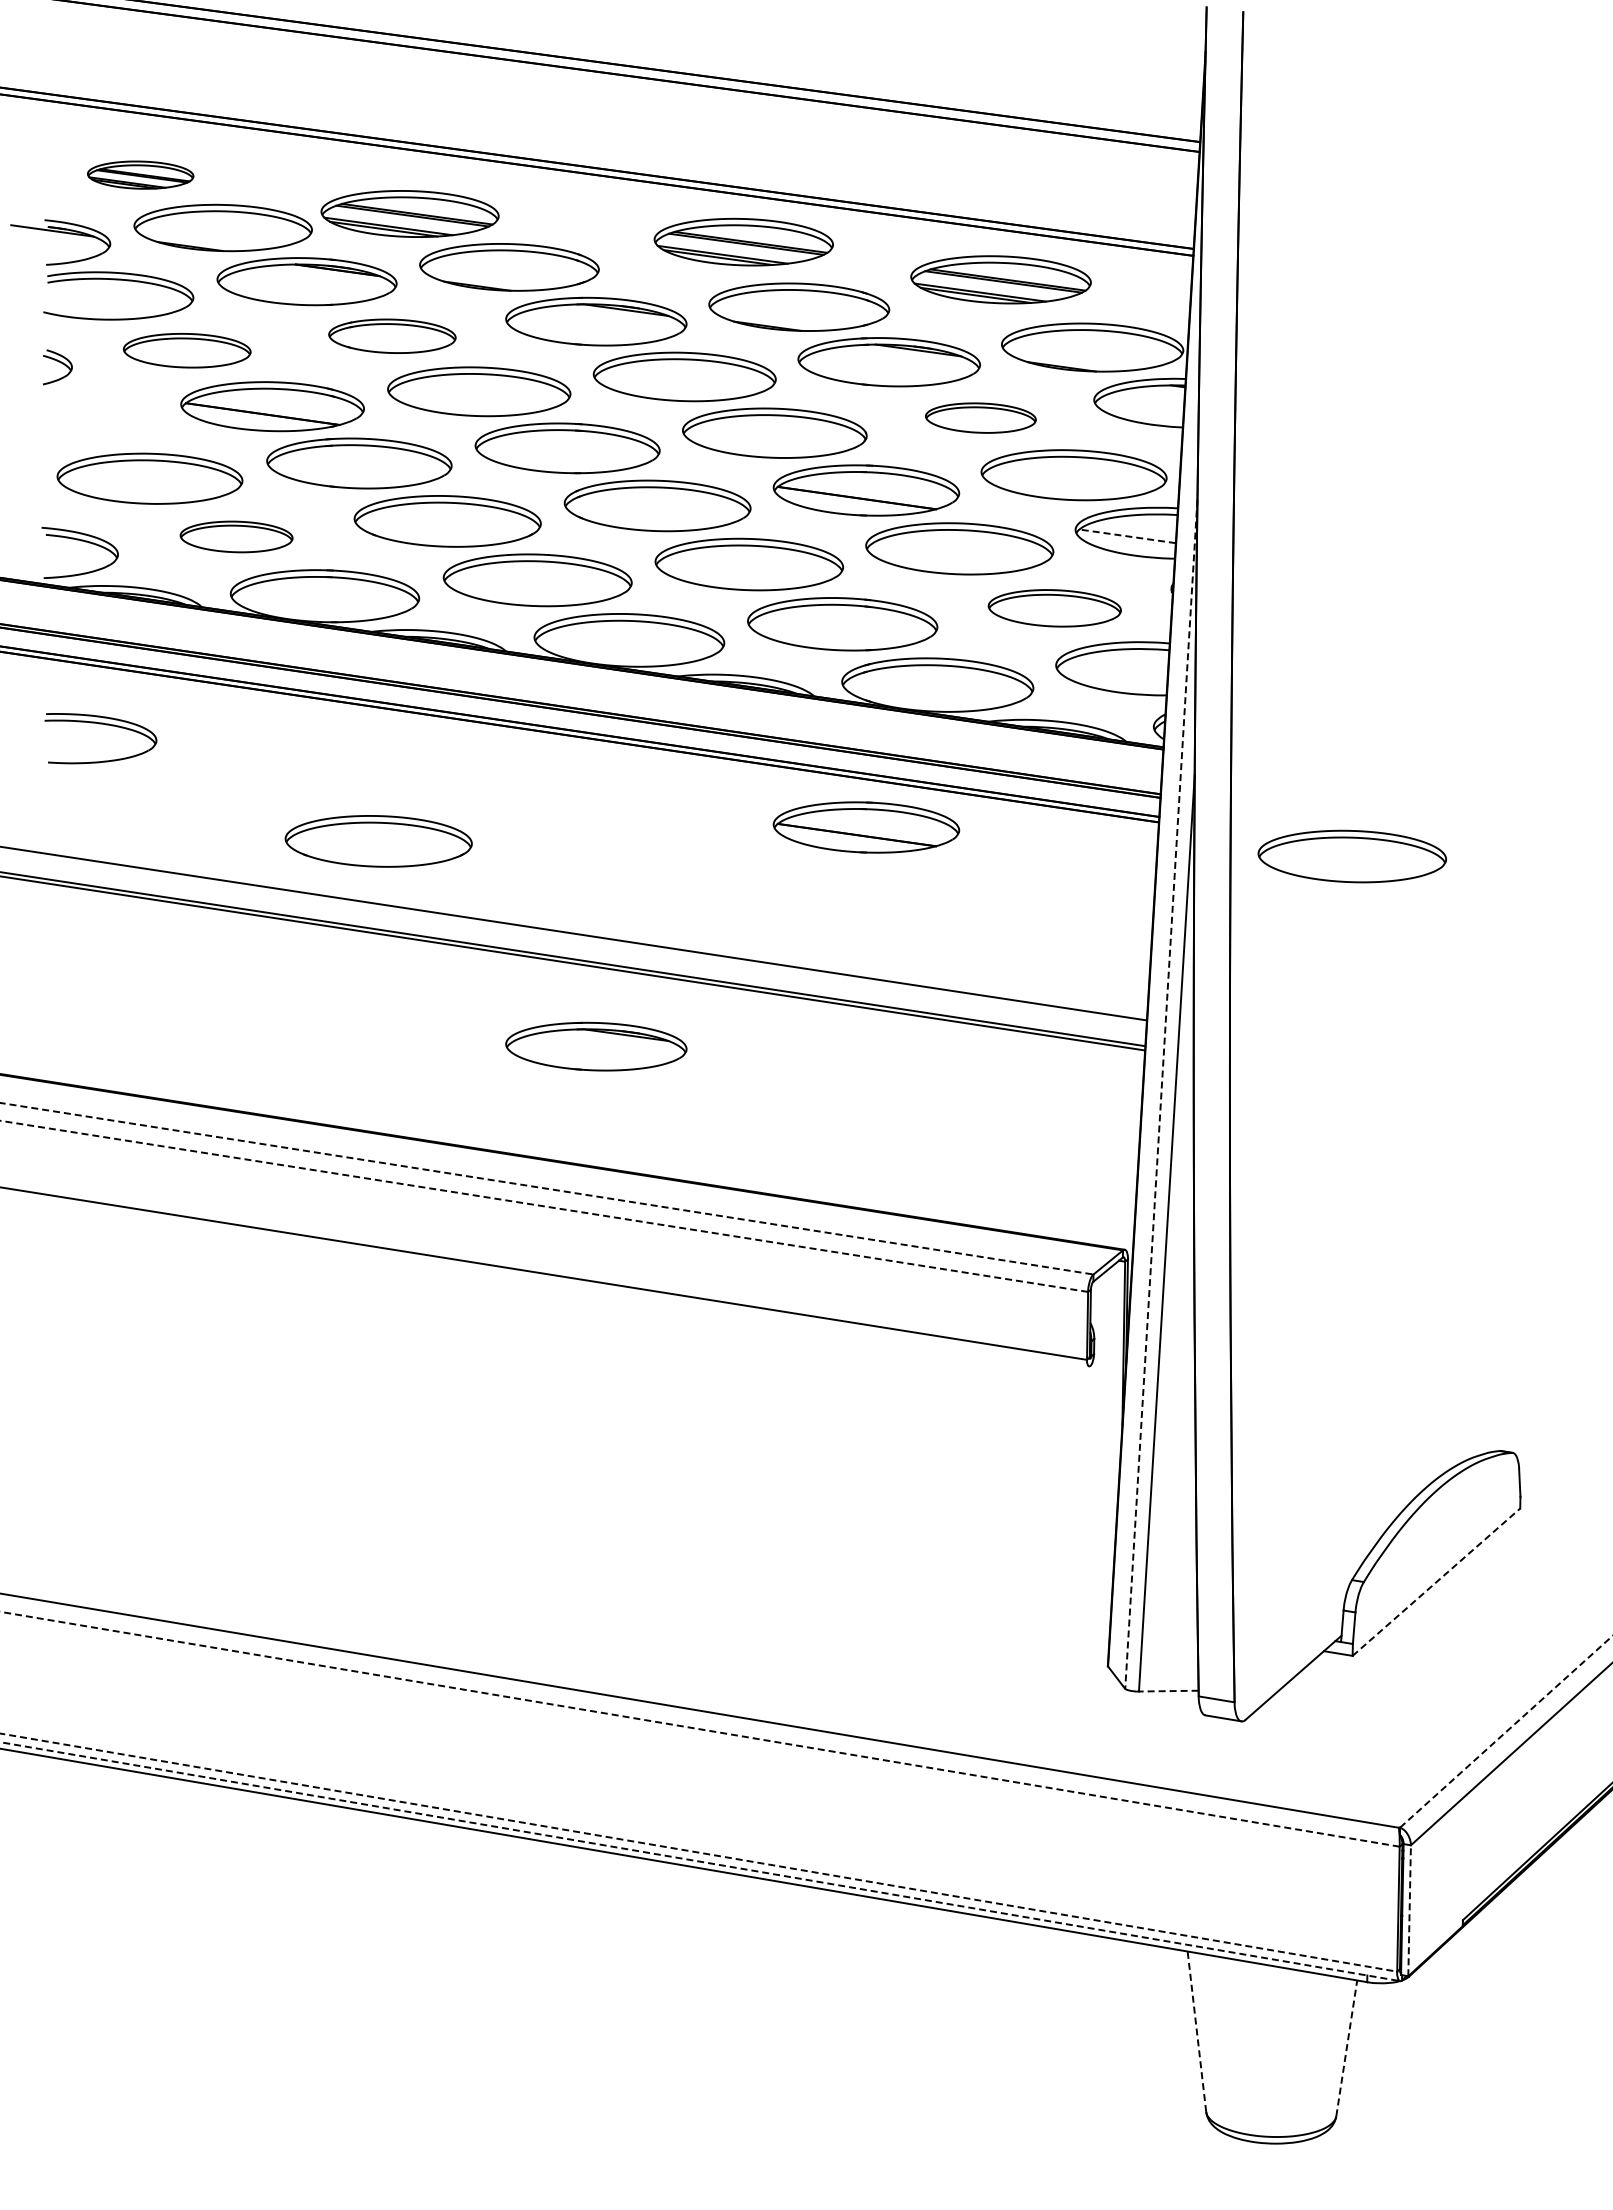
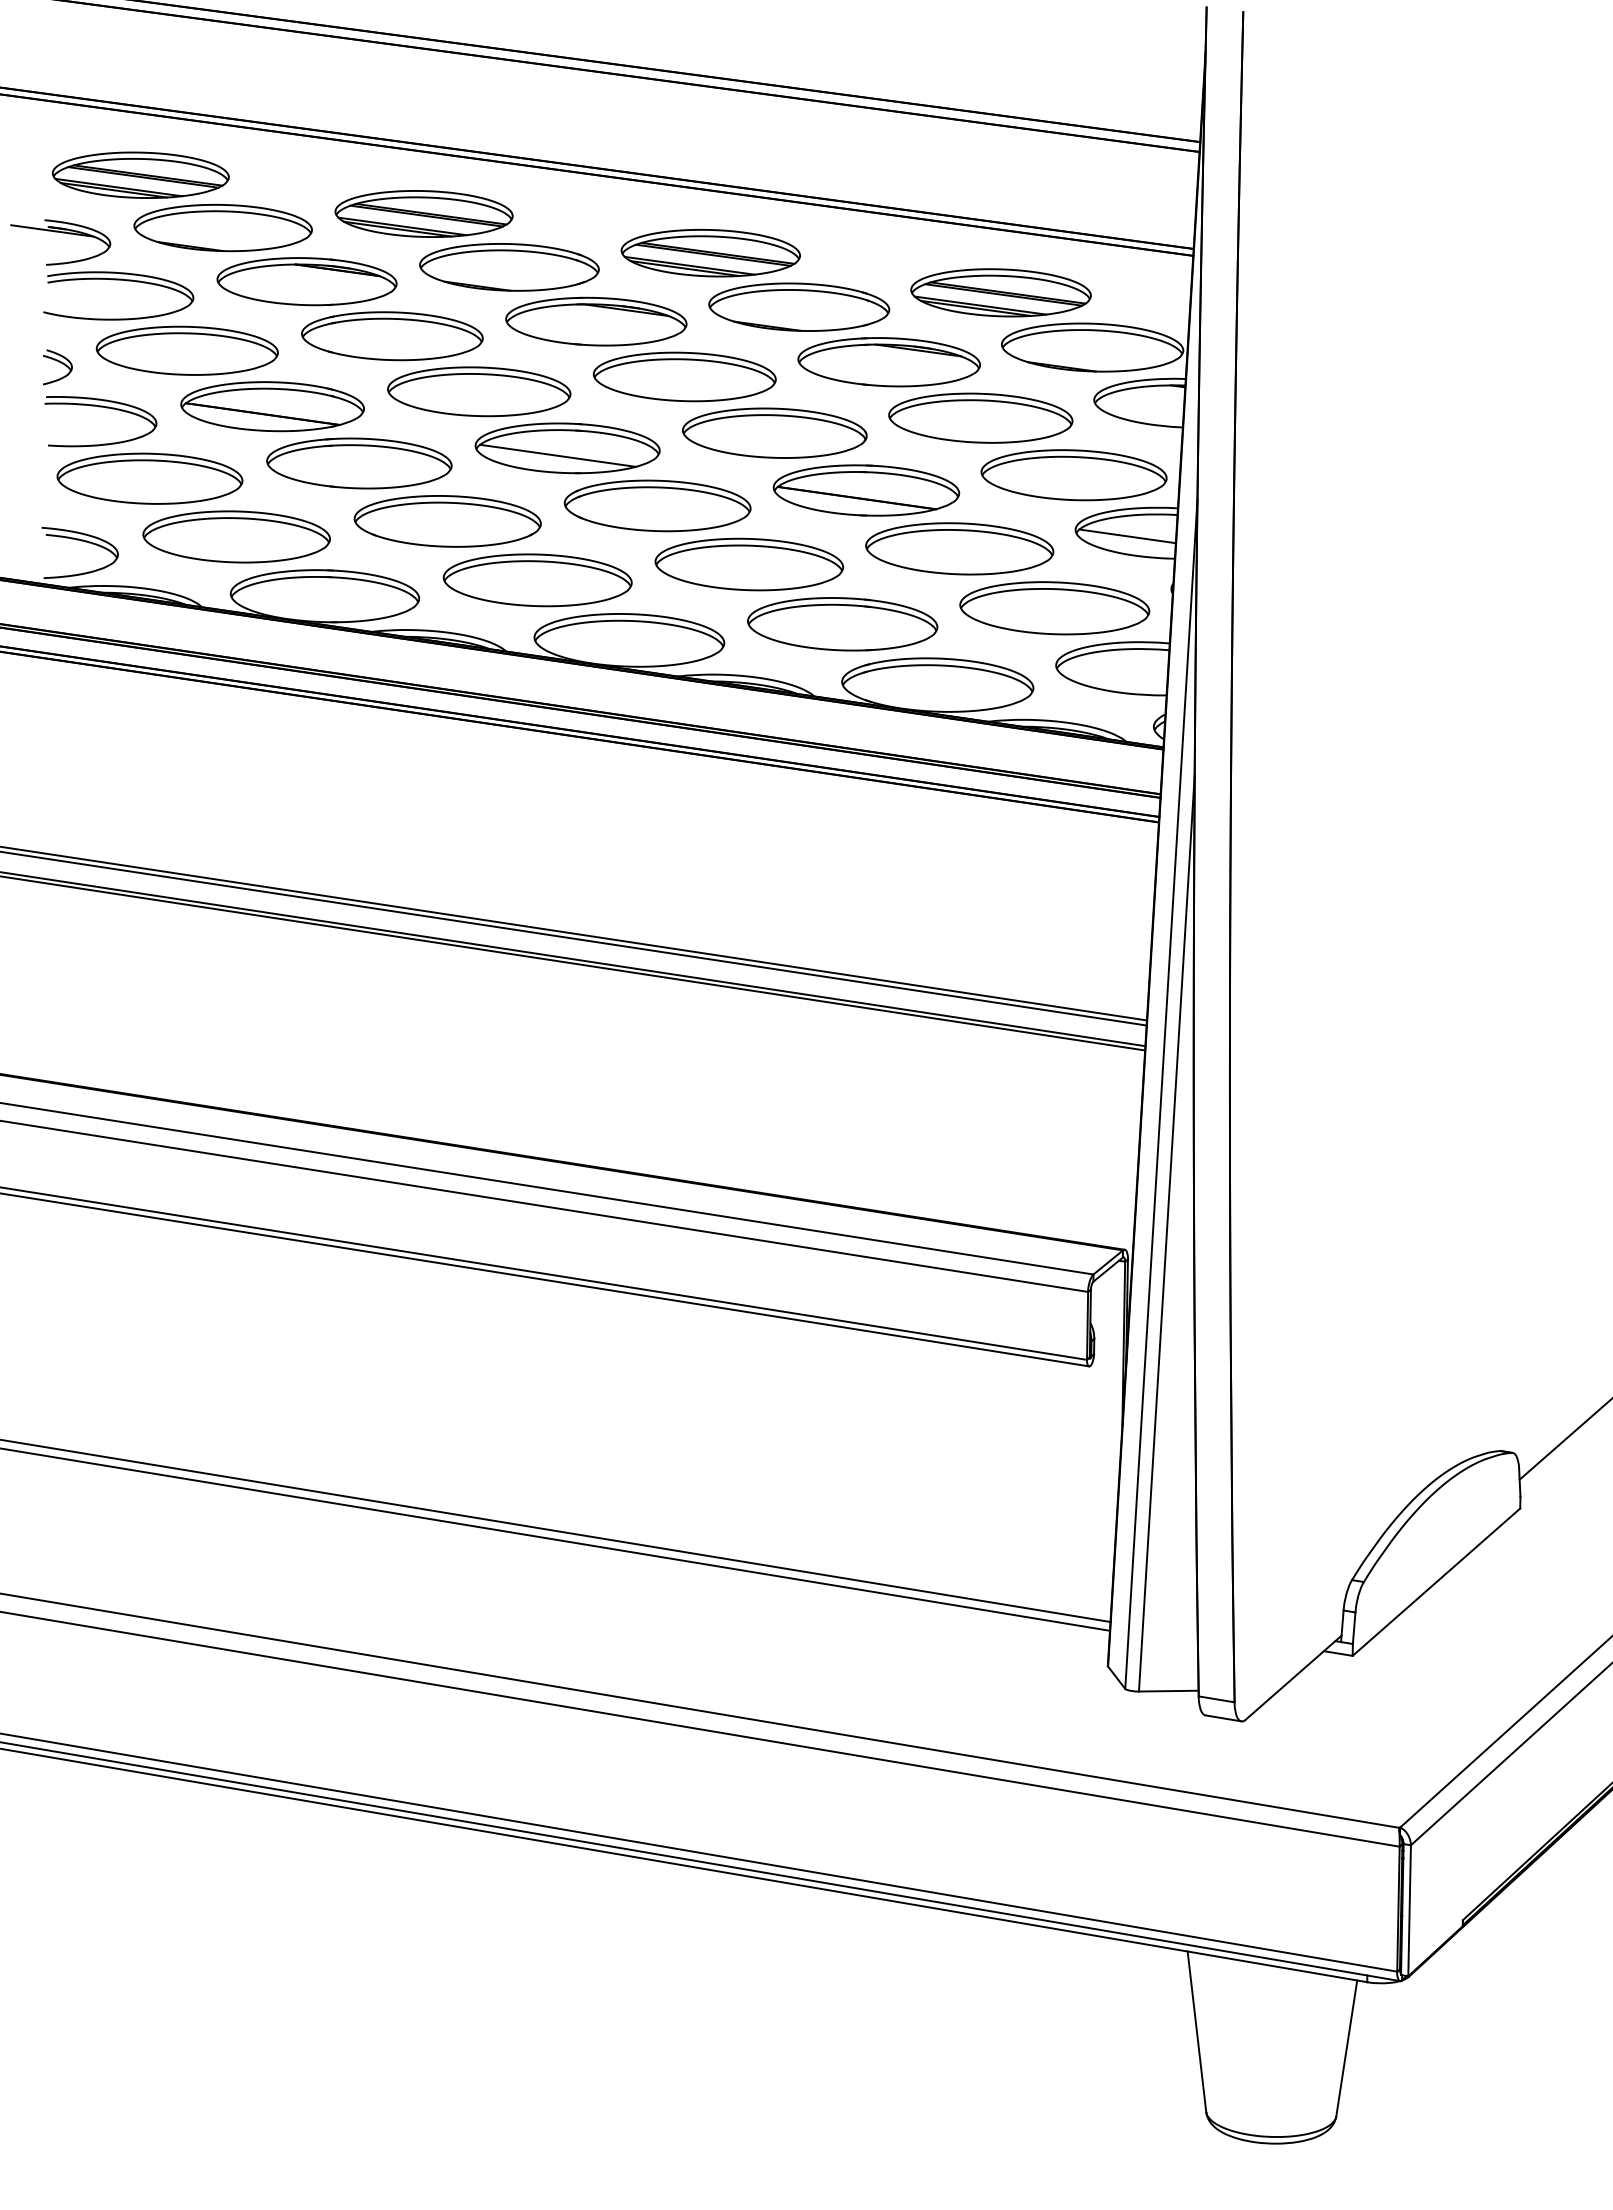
part at (140, 174) size: 108x30 px -> 179x48 px
part at (409, 213) position: (409, 213) -> (423, 213)
part at (743, 242) position: (743, 242) -> (710, 253)
part at (1000, 279) position: (1000, 279) -> (1000, 292)
part at (392, 335) size: 129x36 px -> 183x51 px
part at (186, 350) size: 130x36 px -> 184x51 px
part at (980, 417) size: 112x32 px -> 186x52 px
line at (557, 455): none -> present
part at (236, 536) size: 115x34 px -> 189x54 px
line at (1127, 536): dashed -> solid
part at (1054, 608) size: 135x39 px -> 192x55 px
part at (100, 724) position: (100, 724) -> (100, 407)
part at (866, 827): present -> none
part at (378, 841): present -> none
part at (1351, 856): present -> none
line at (574, 938): none -> present
part at (596, 1046): present -> none
line at (1161, 1094): dashed -> solid
line at (547, 1188): dashed -> solid
line at (543, 1206): dashed -> solid
line at (545, 1279): none -> present
line at (1564, 1439): none -> present
line at (556, 1531): none -> present
line at (555, 1539): none -> present
line at (1436, 1582): dashed -> solid
line at (1168, 1691): dashed -> solid
line at (699, 1729): dashed -> solid
line at (1506, 1731): dashed -> solid
line at (699, 1852): dashed -> solid
line at (700, 1861): dashed -> solid
line at (1409, 1910): dashed -> solid
line at (1196, 2031): dashed -> solid
line at (1346, 2048): dashed -> solid
